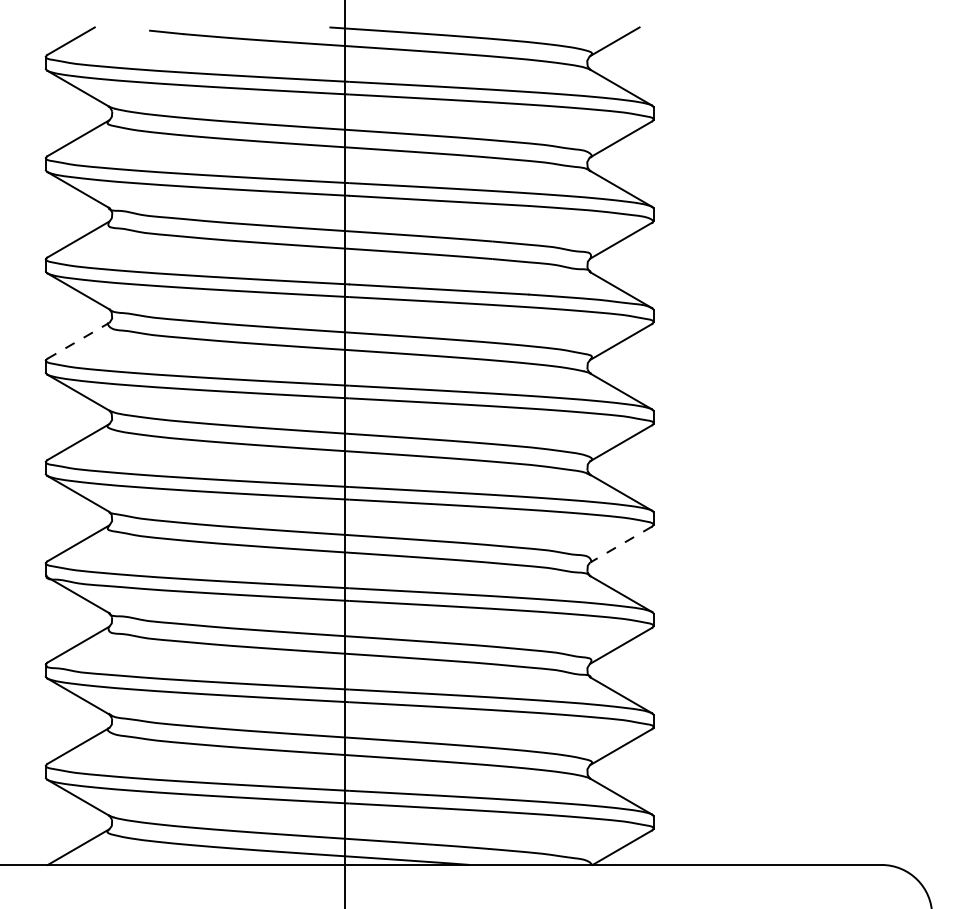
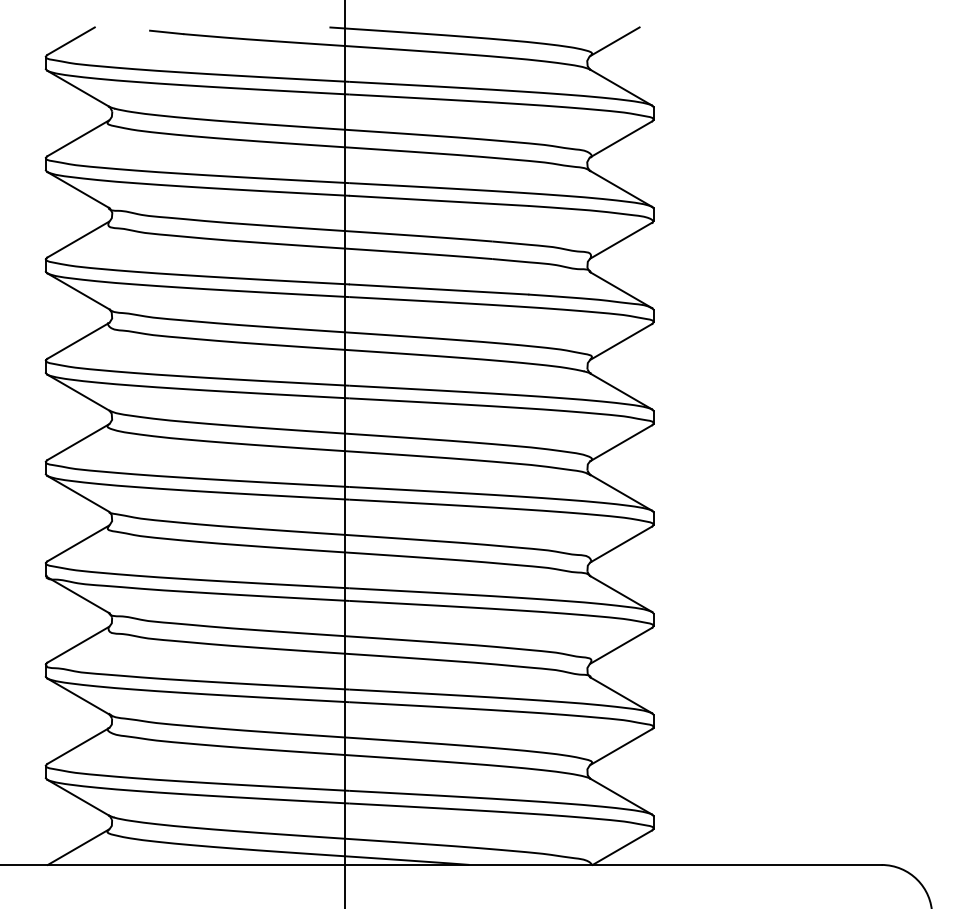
line at (78, 340): dashed -> solid
line at (621, 544): dashed -> solid
